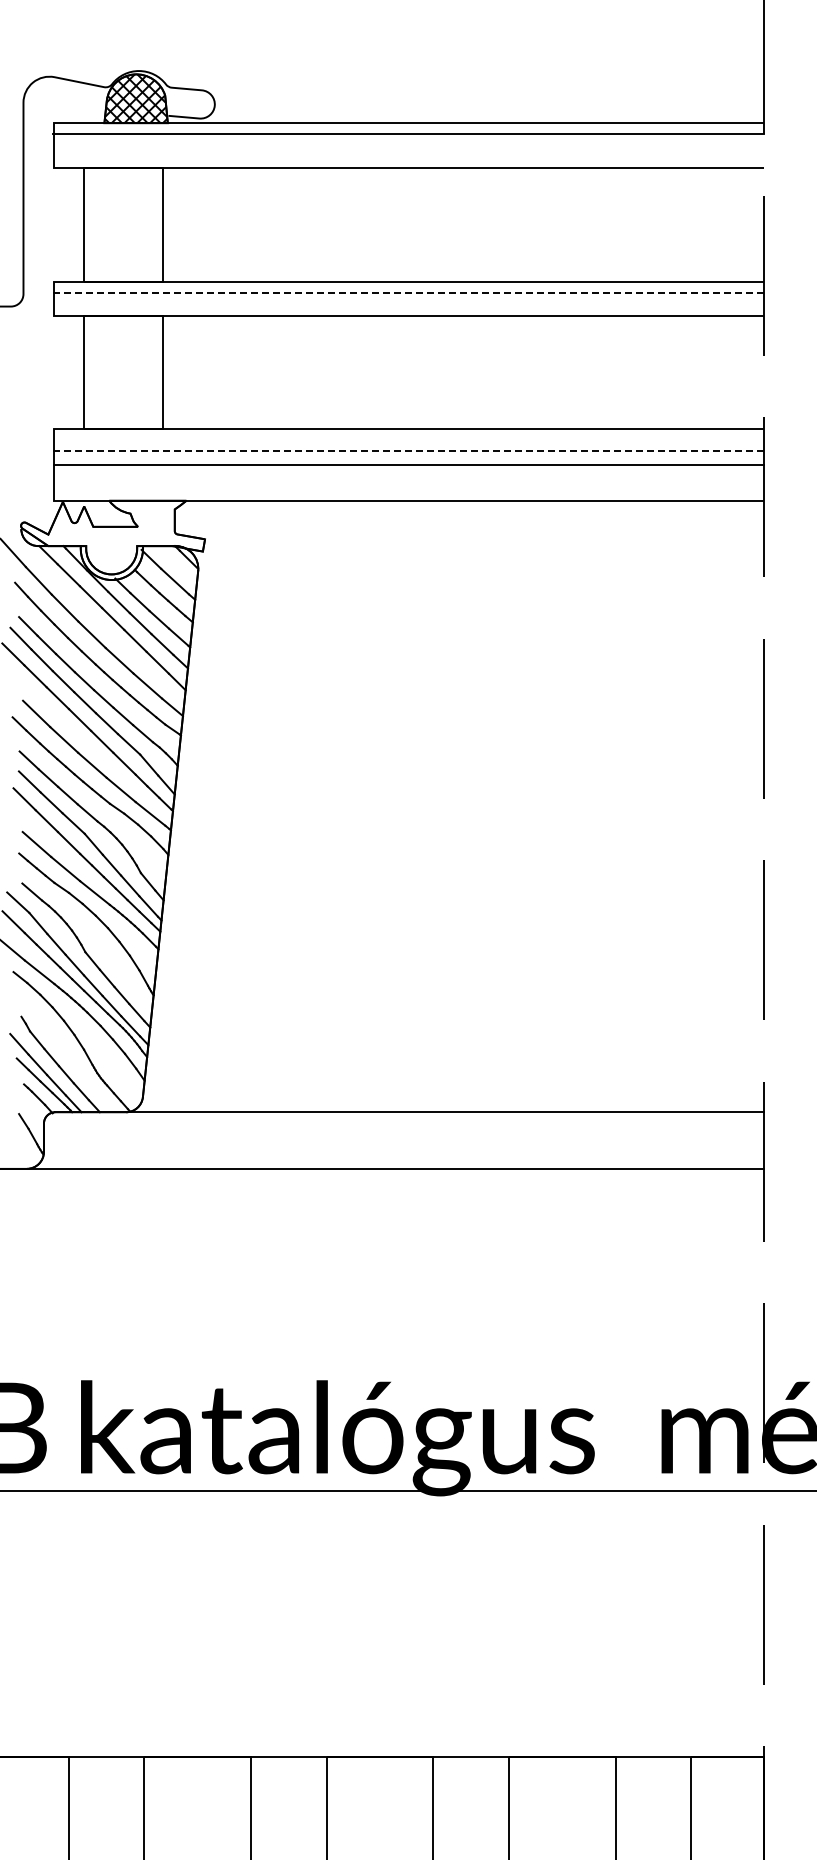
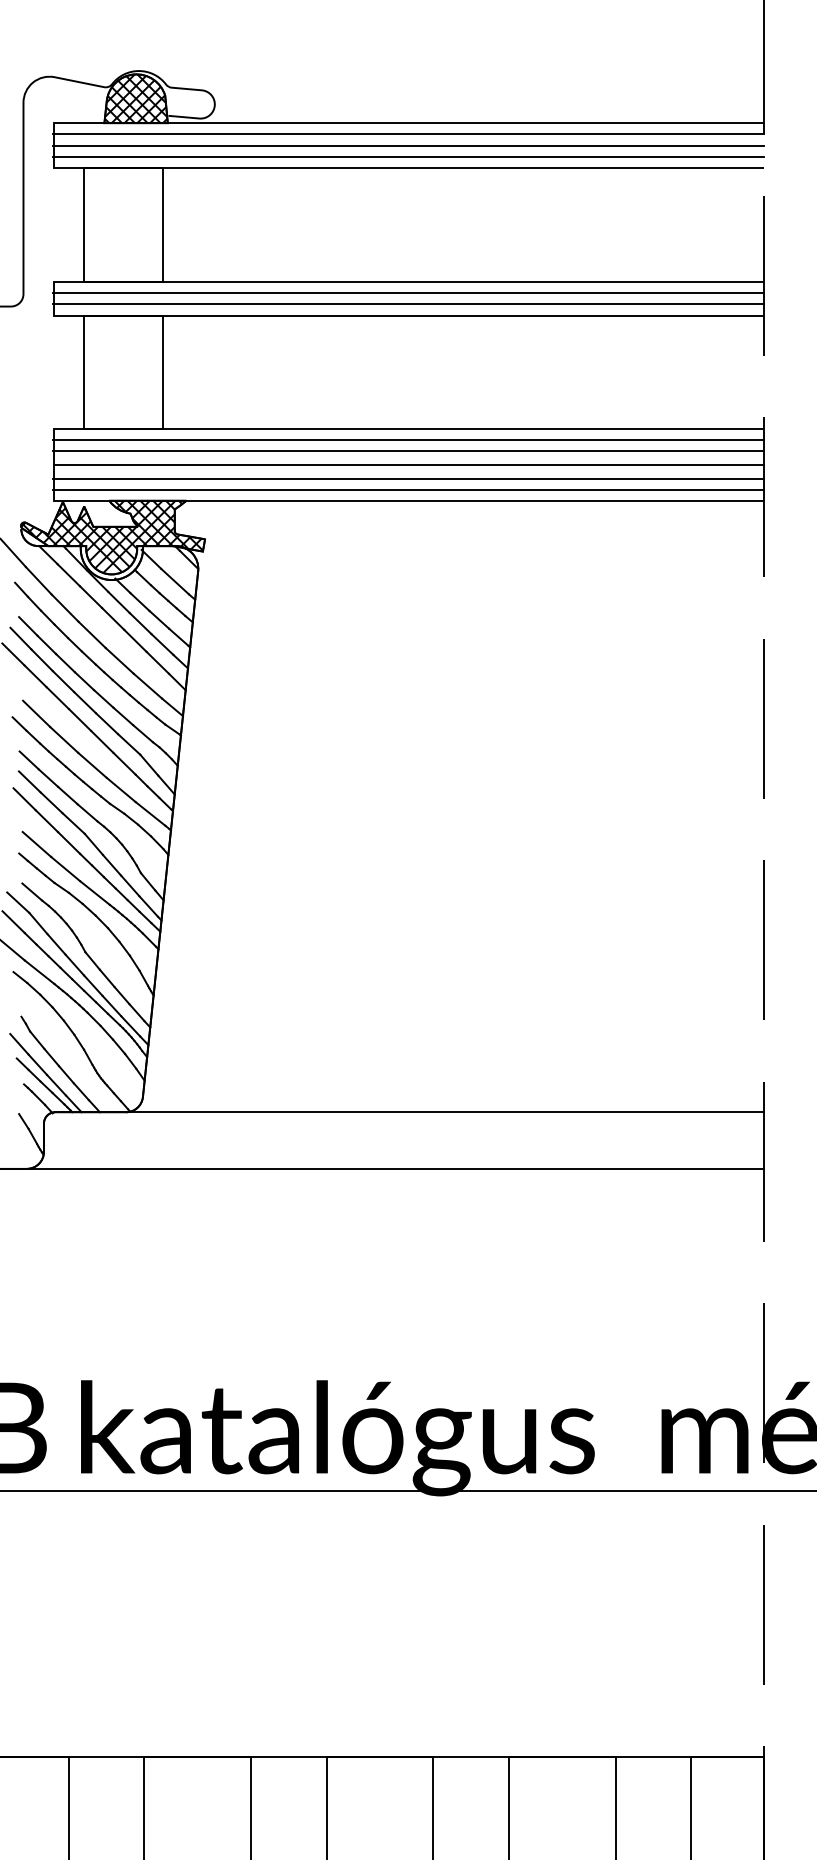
line at (408, 145): none -> present
line at (408, 157): none -> present
line at (409, 292): dashed -> solid
line at (408, 304): none -> present
line at (408, 440): none -> present
line at (409, 451): dashed -> solid
line at (408, 478): none -> present
line at (408, 490): none -> present
hatch at (112, 536): none -> present
